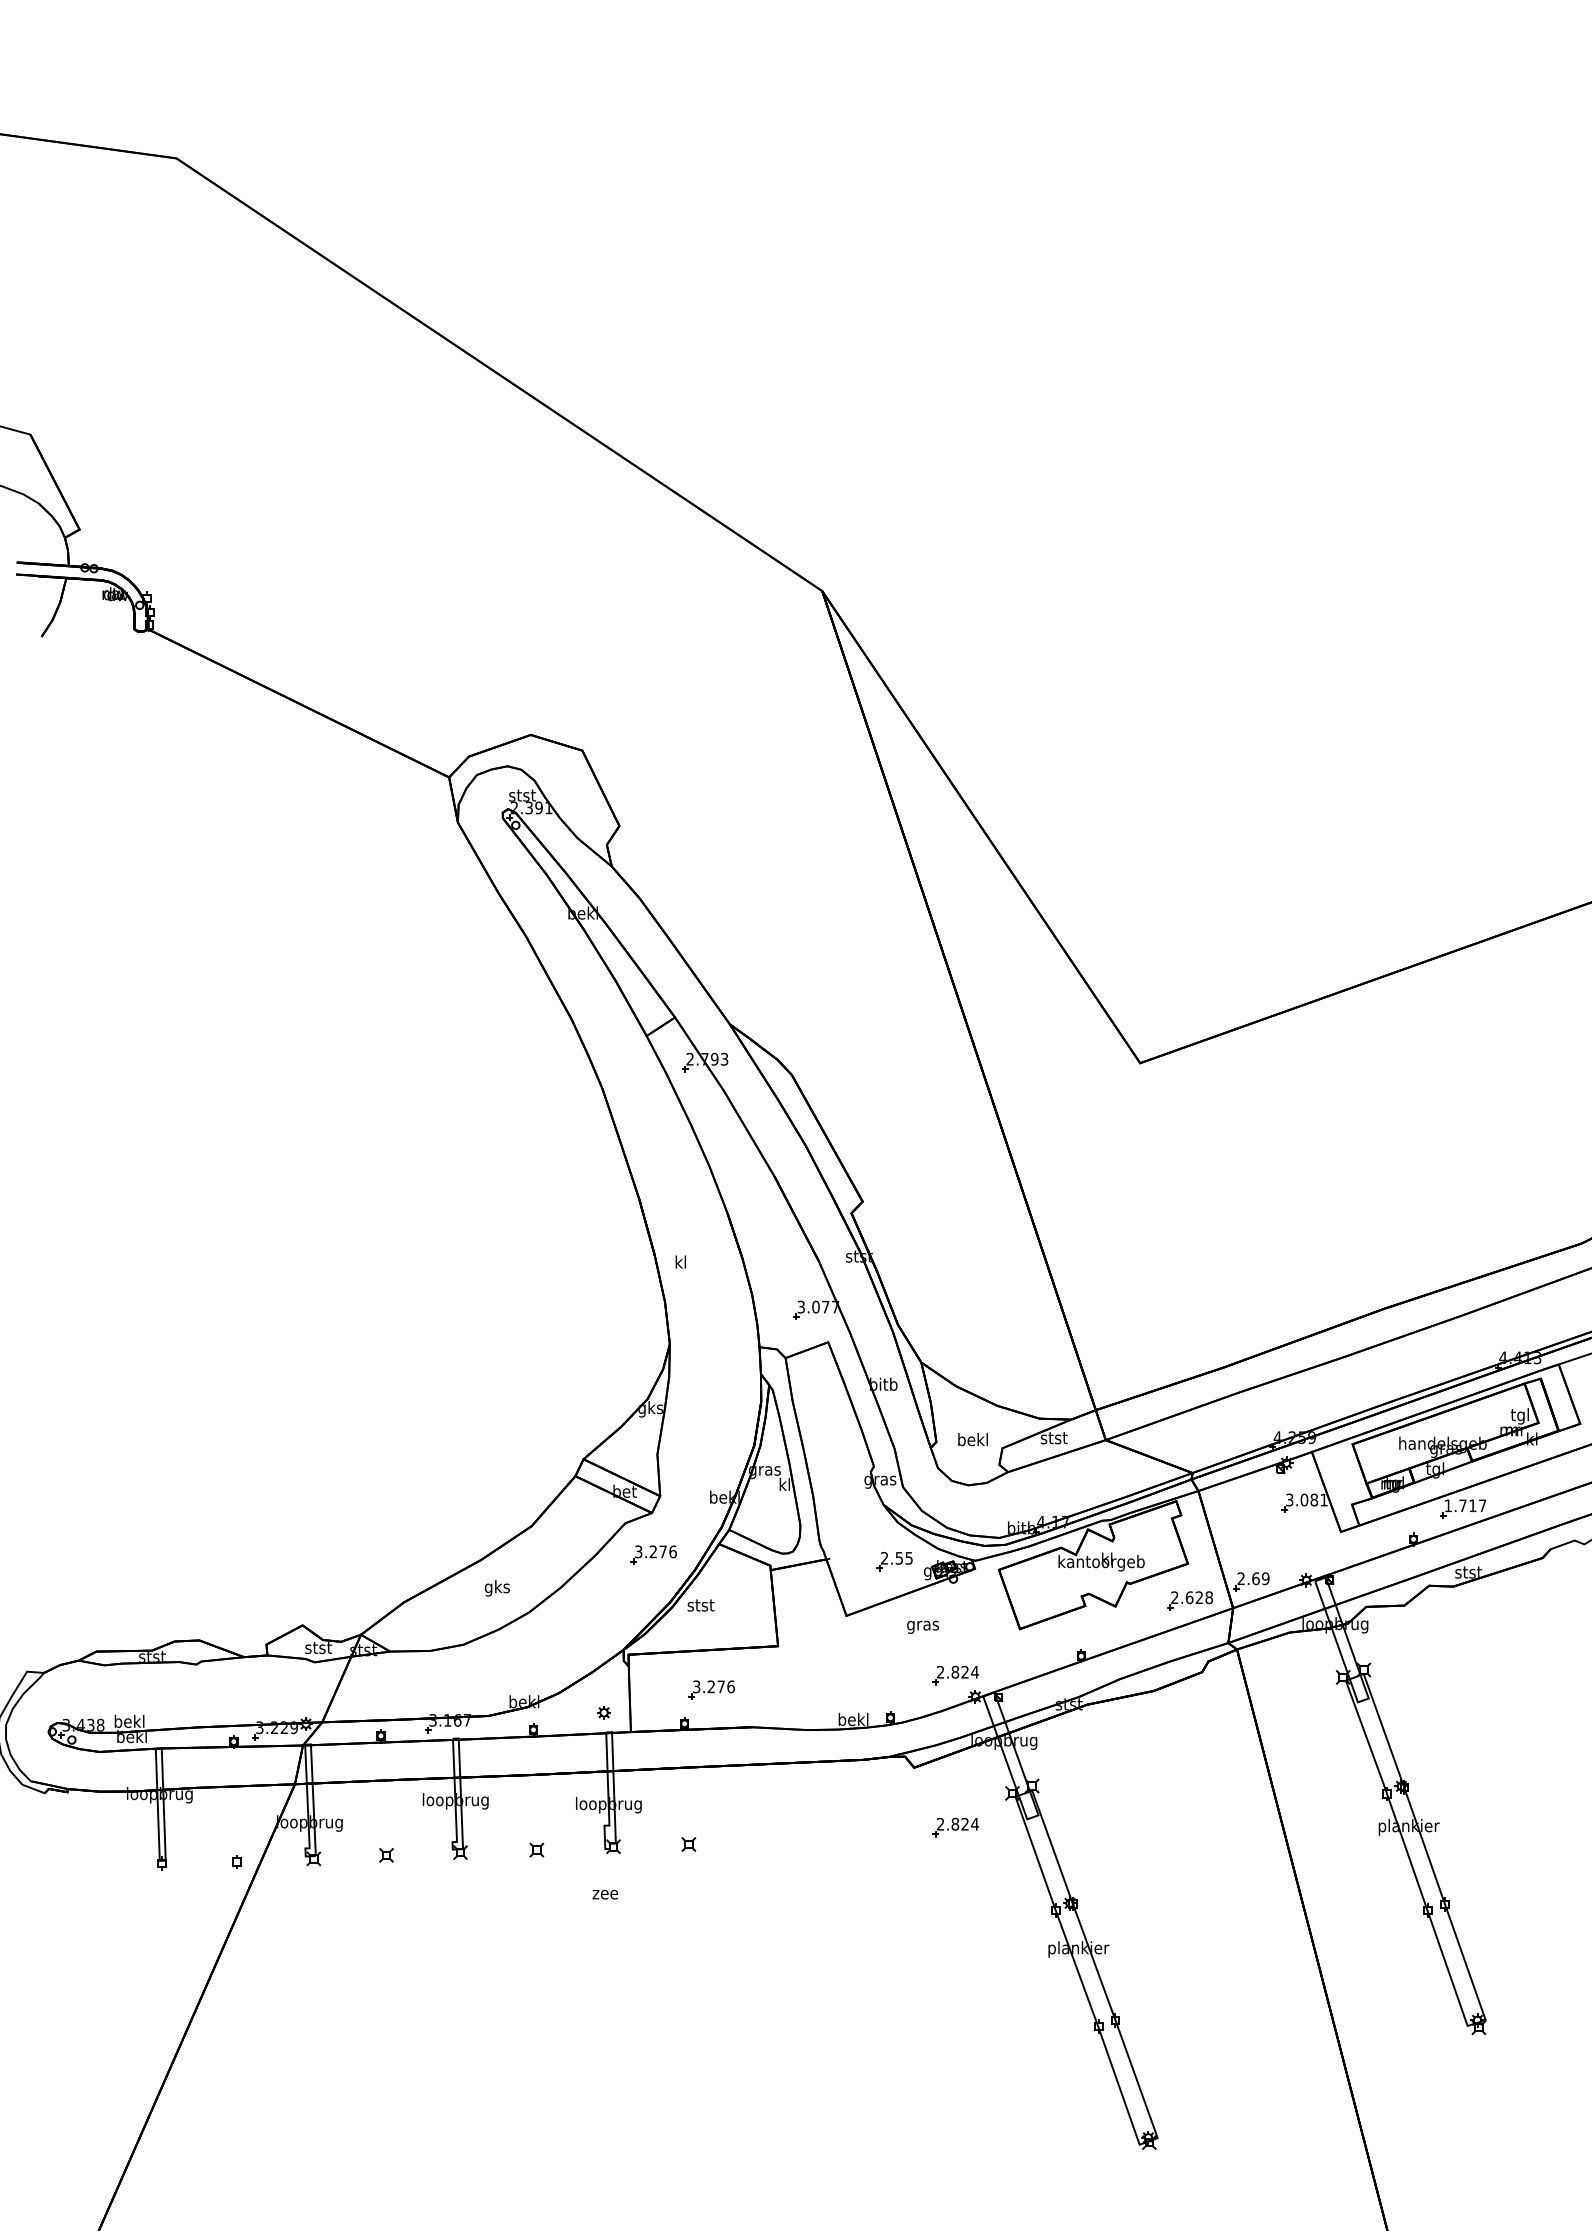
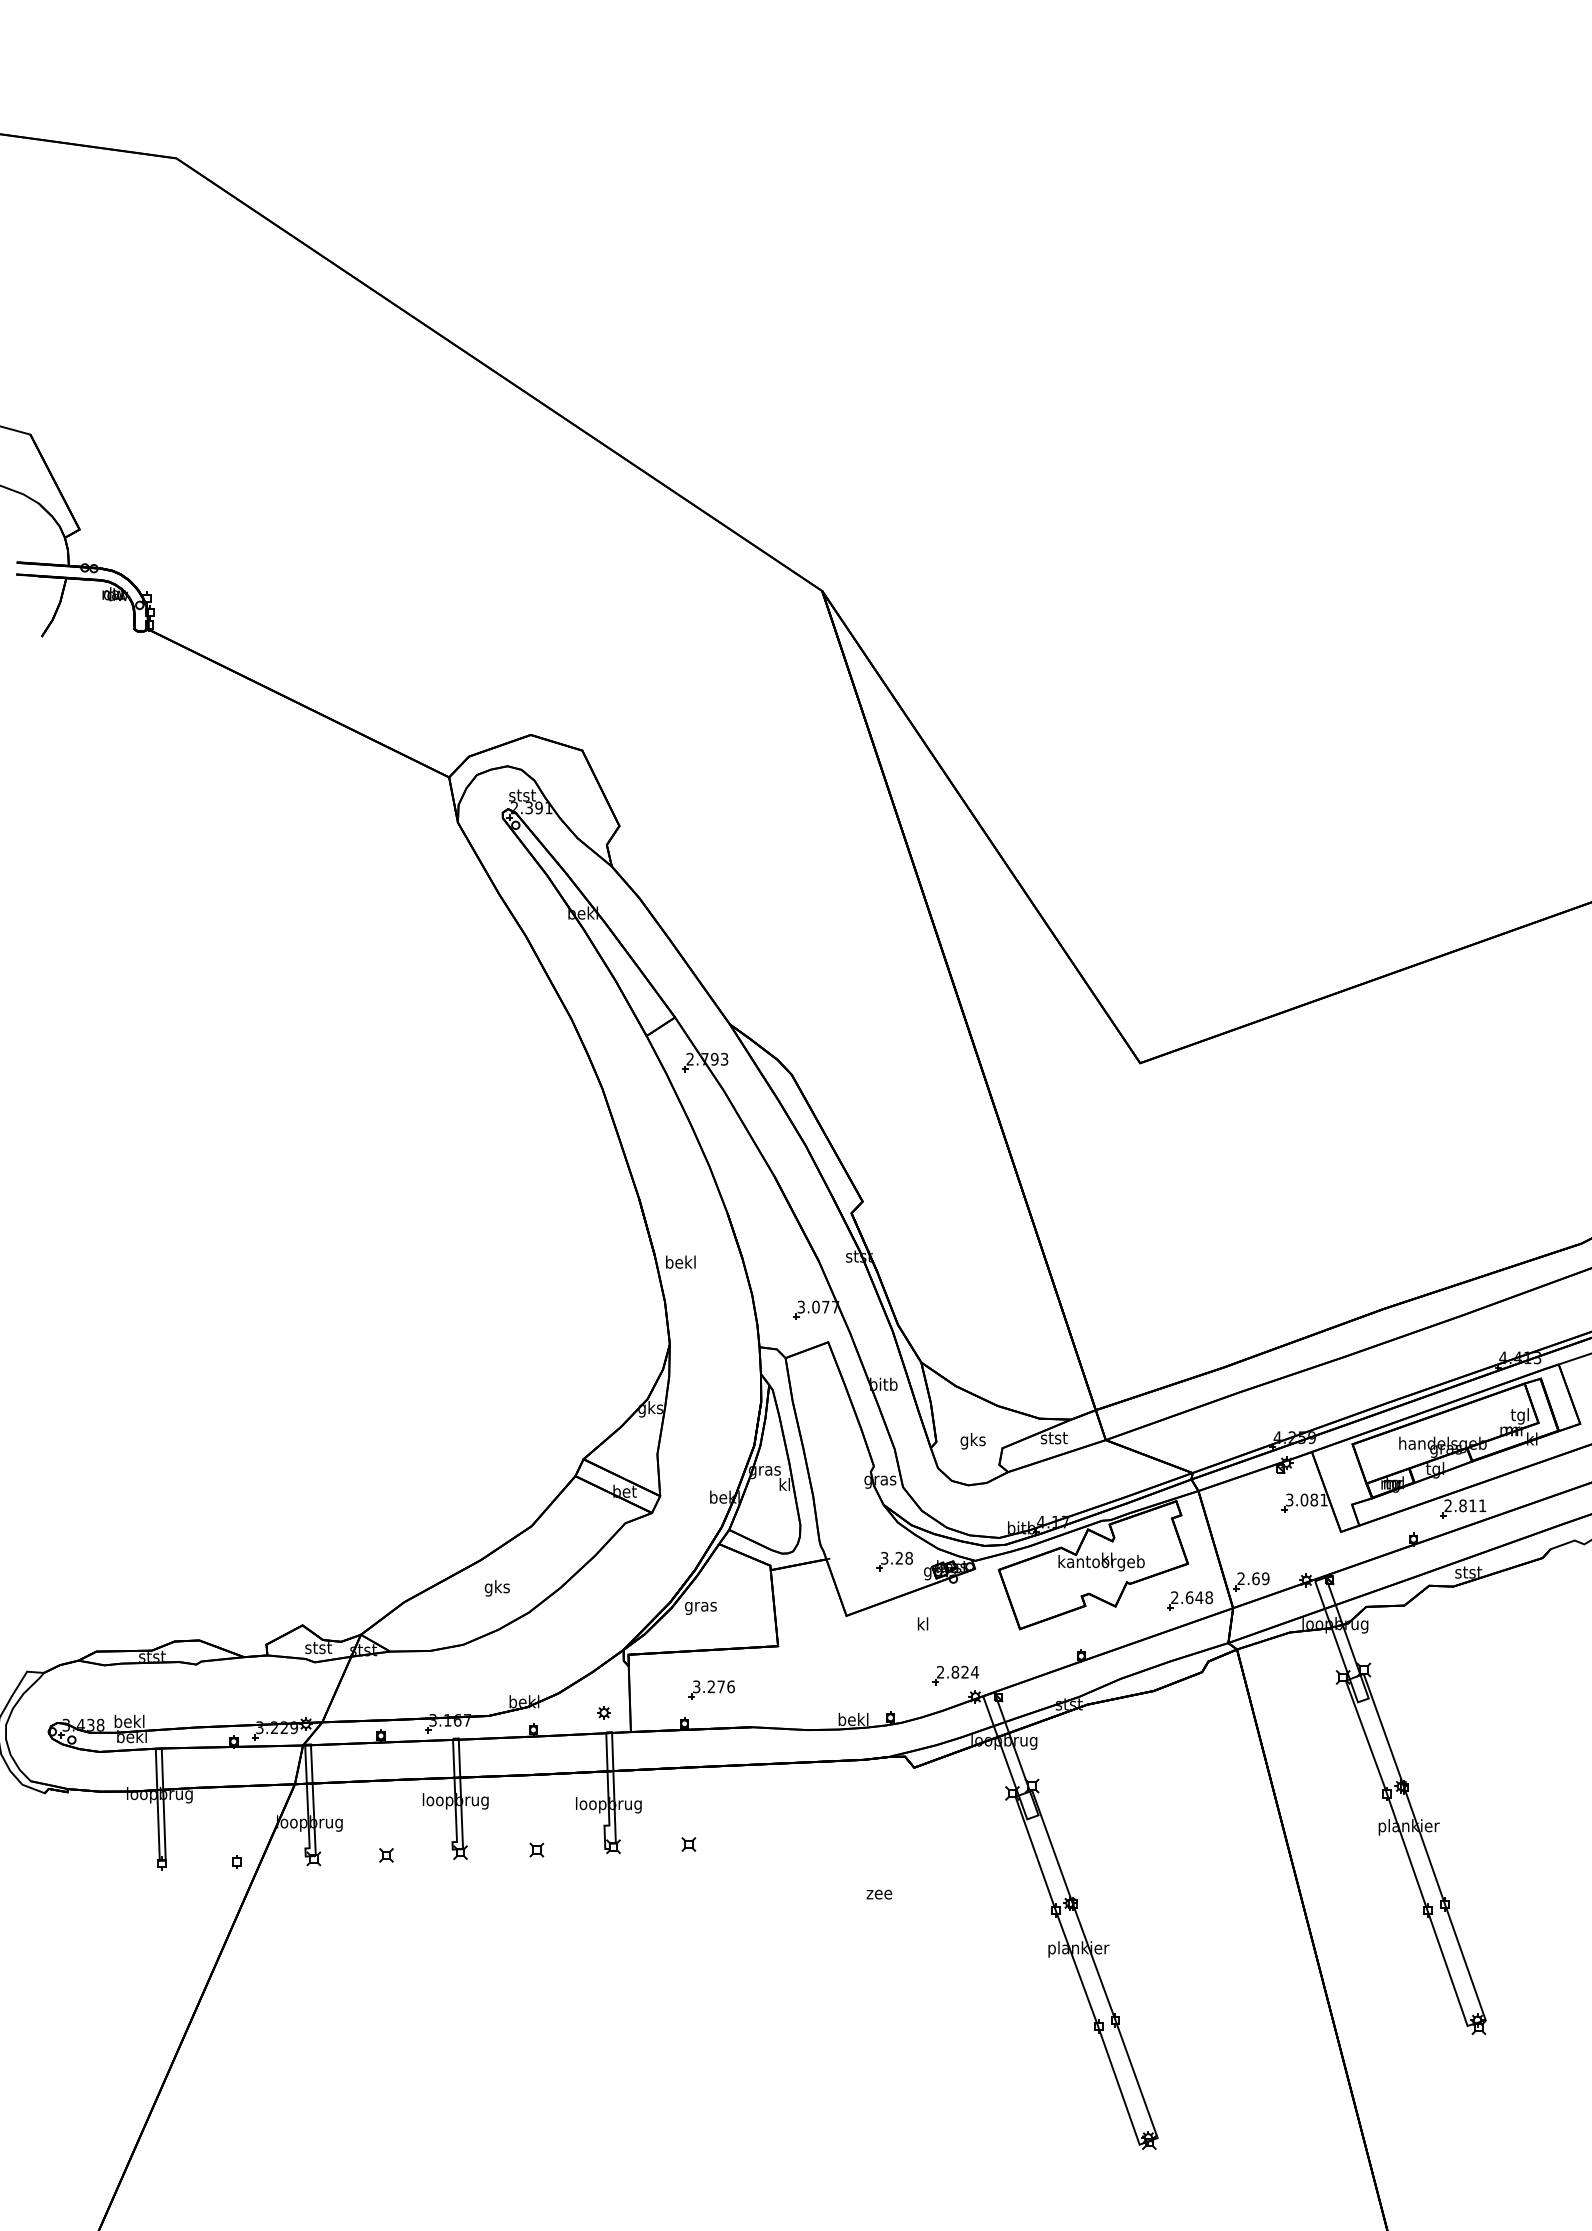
text at (680, 1261): kl -> bekl
text at (972, 1441): bekl -> gks
text at (1465, 1505): 1.717 -> 2.811
part at (653, 1554): present -> none
text at (896, 1557): 2.55 -> 3.28
text at (1199, 1597): 2.628 -> 2.648
text at (700, 1606): stst -> gras
text at (922, 1625): gras -> kl
part at (955, 1827): present -> none
text at (605, 1894) position: (605, 1894) -> (879, 1894)
